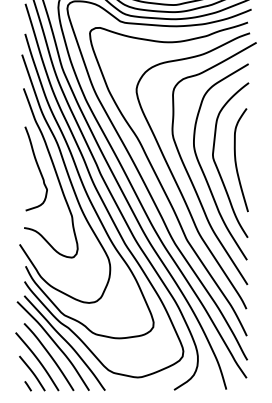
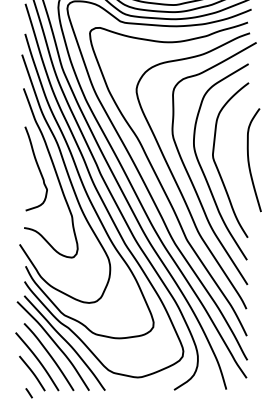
curve at (236, 160) position: (236, 160) -> (249, 160)
line at (27, 386) position: (27, 386) -> (28, 393)
